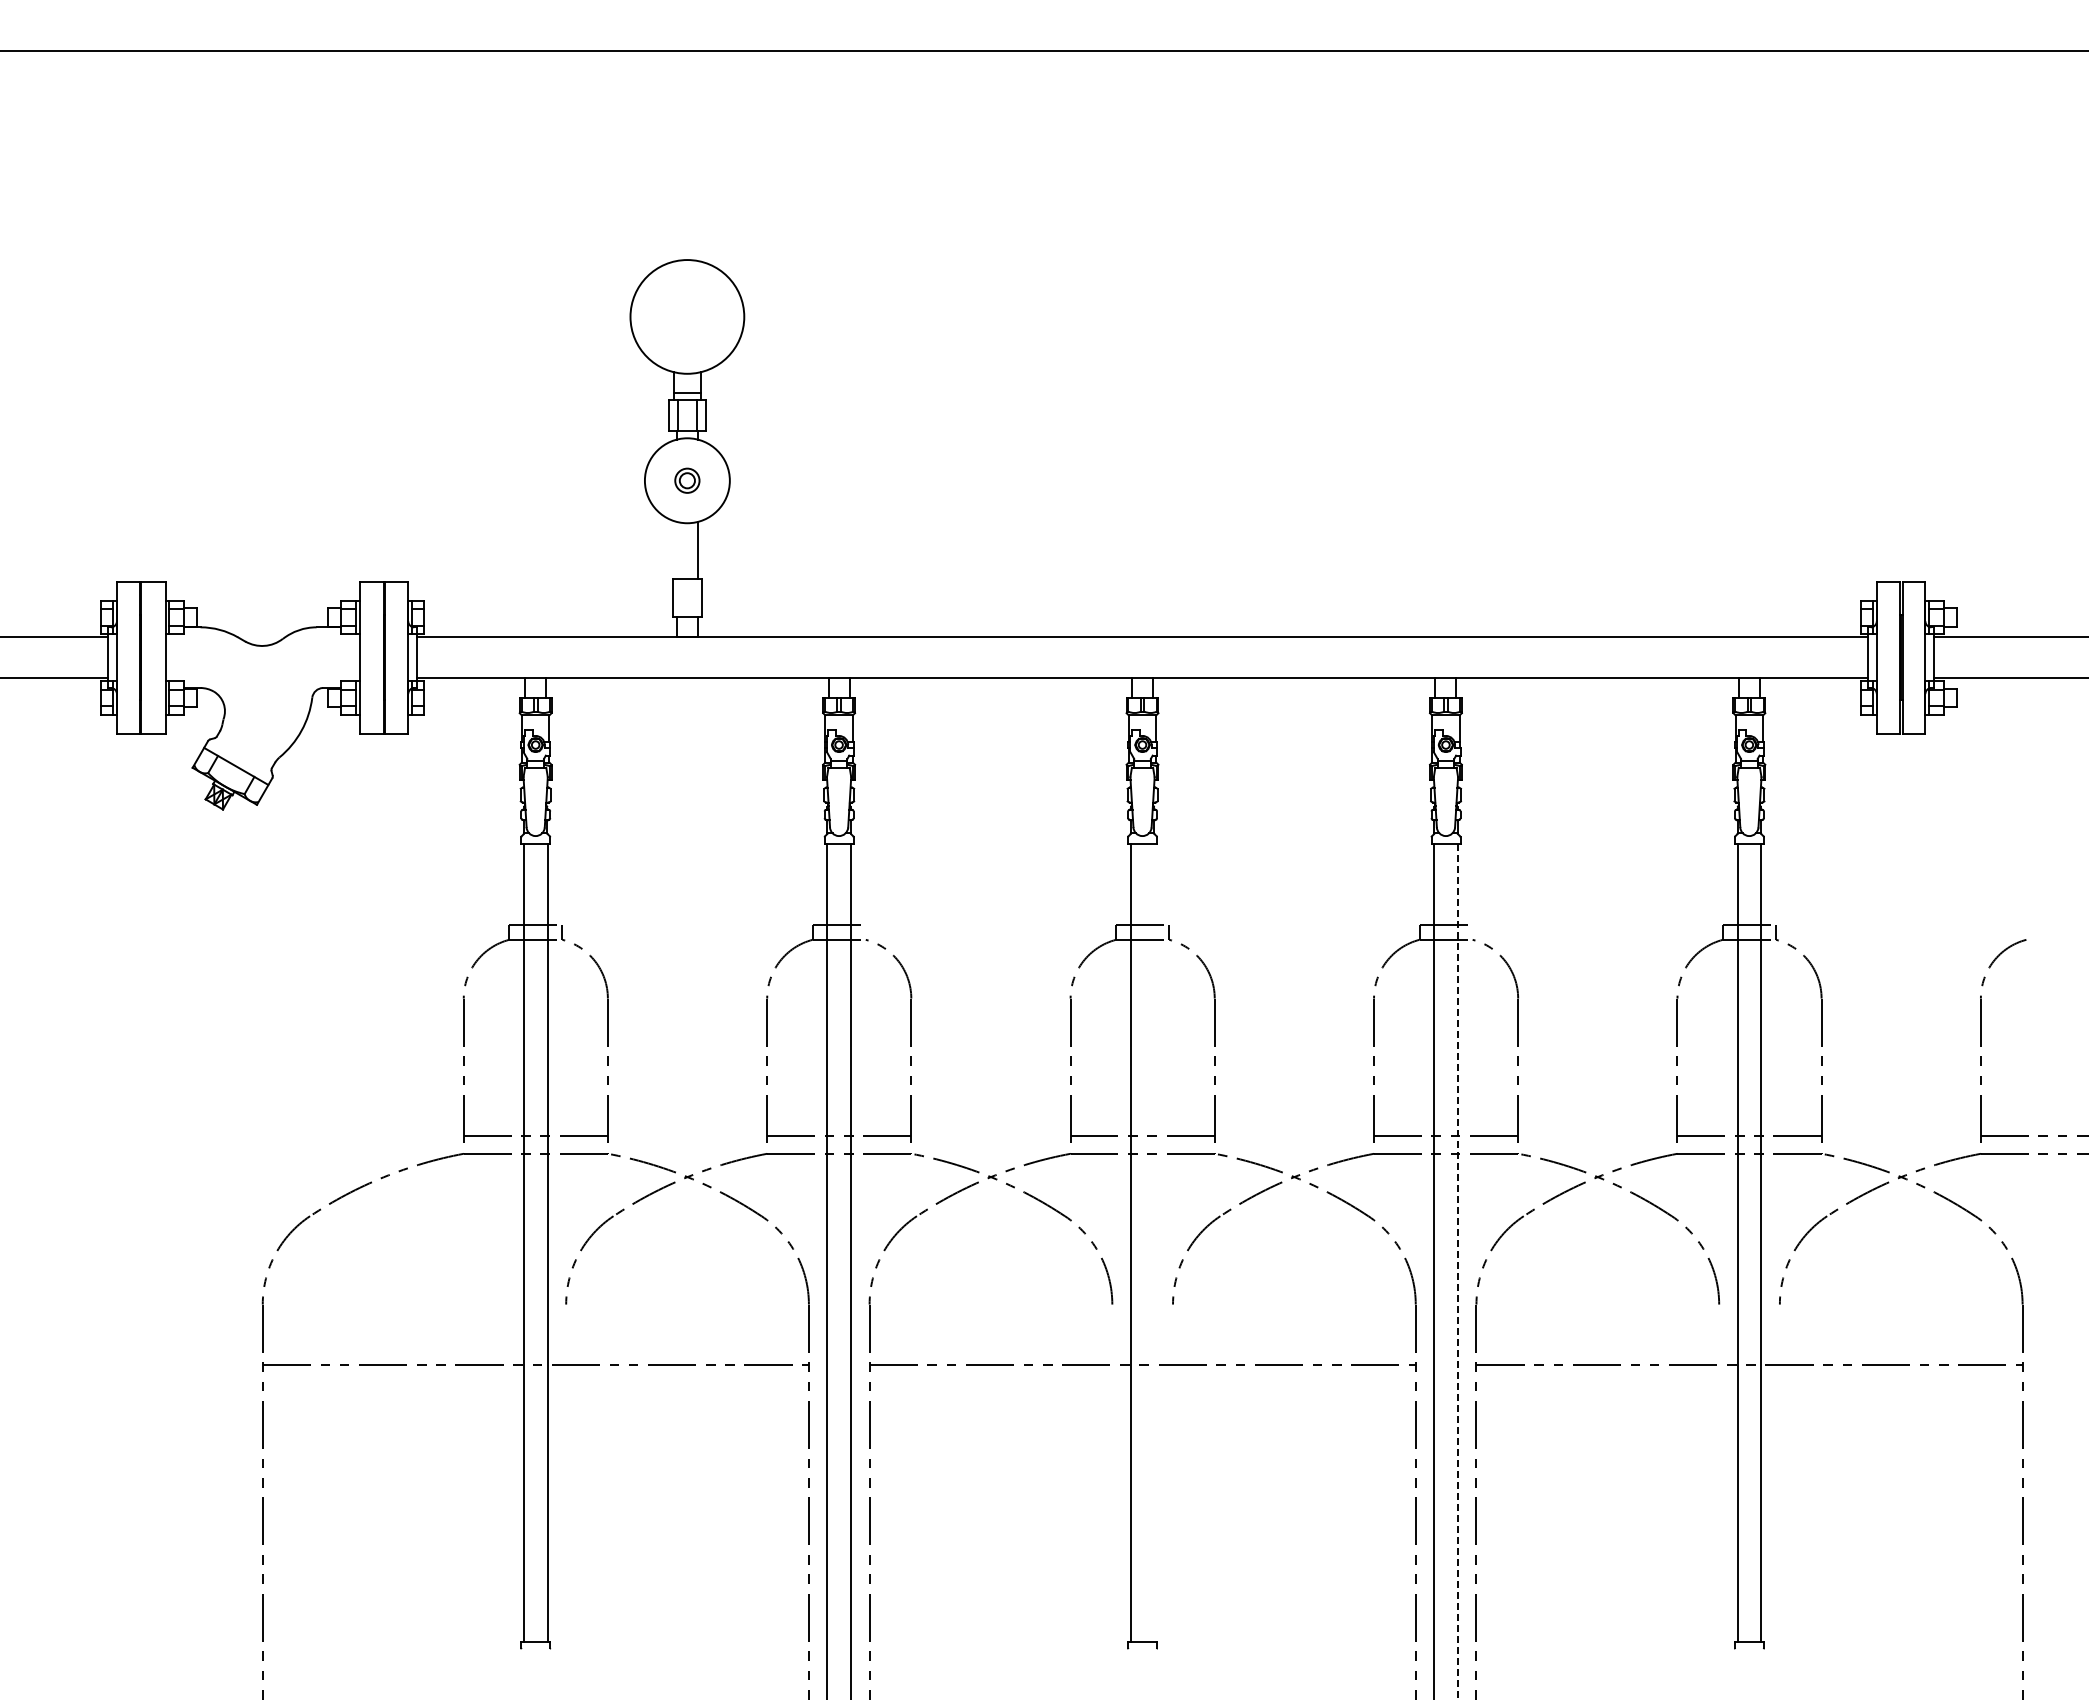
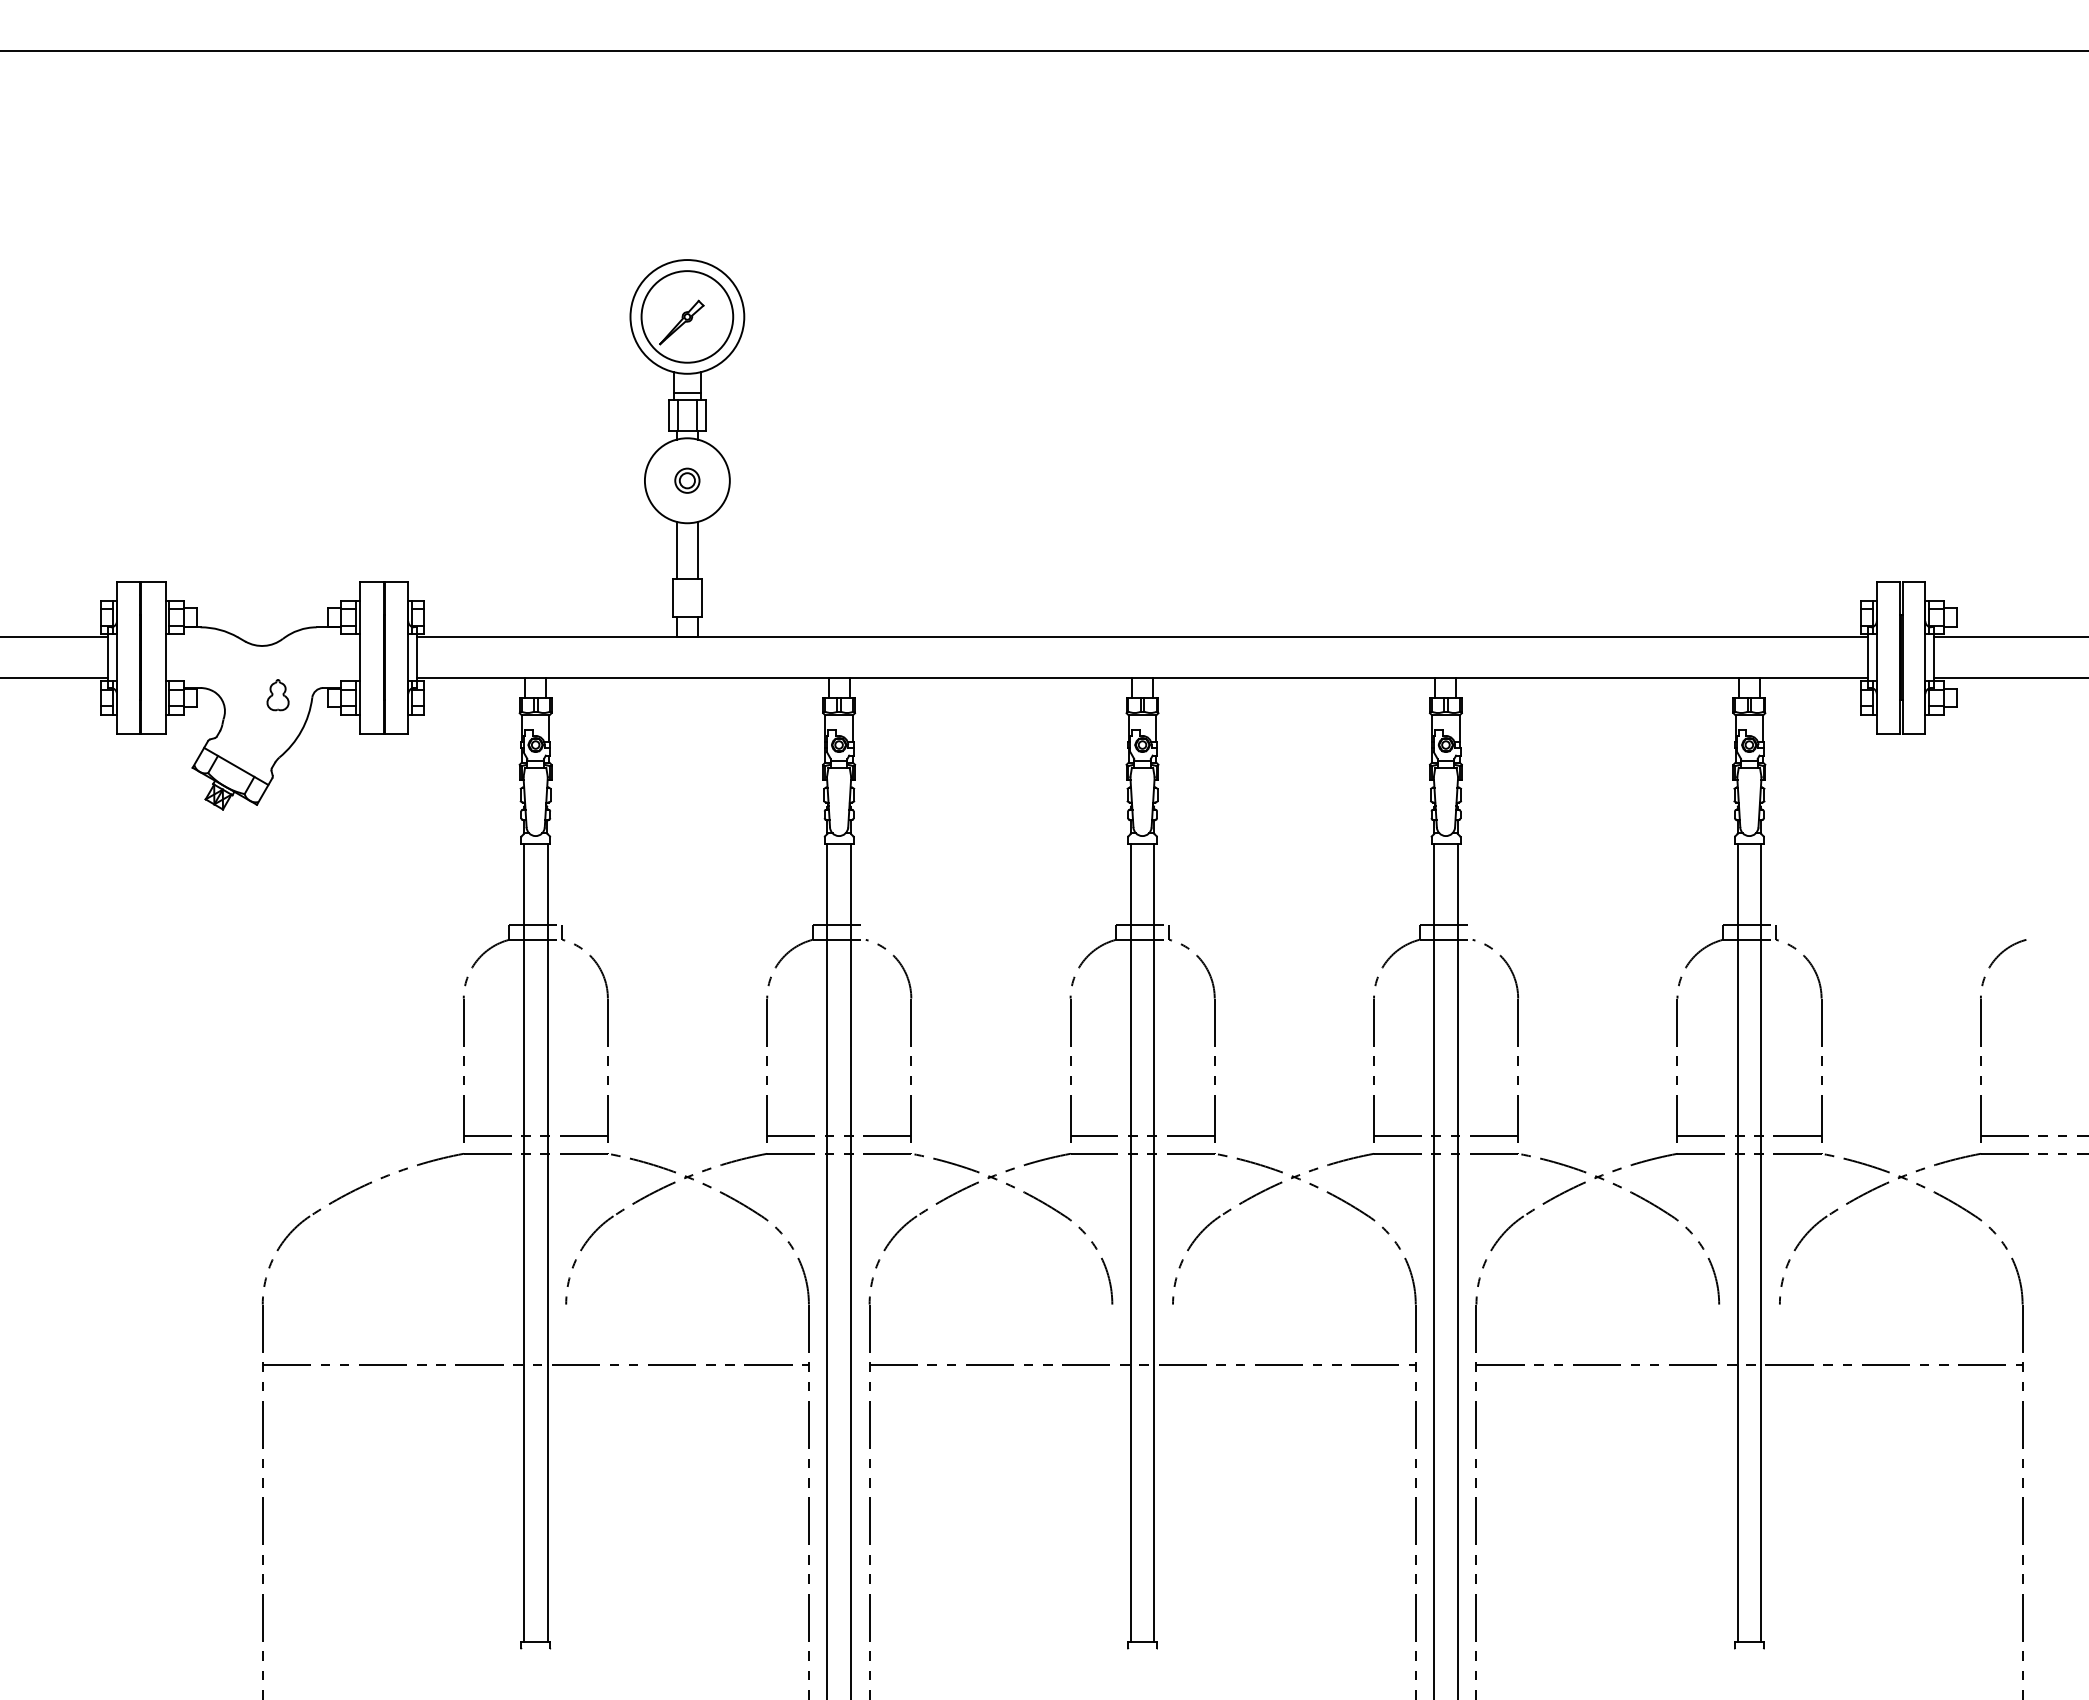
part at (687, 316): none -> present
line at (676, 550): none -> present
part at (277, 695): none -> present
line at (1154, 1242): none -> present
line at (1457, 1271): dashed -> solid
